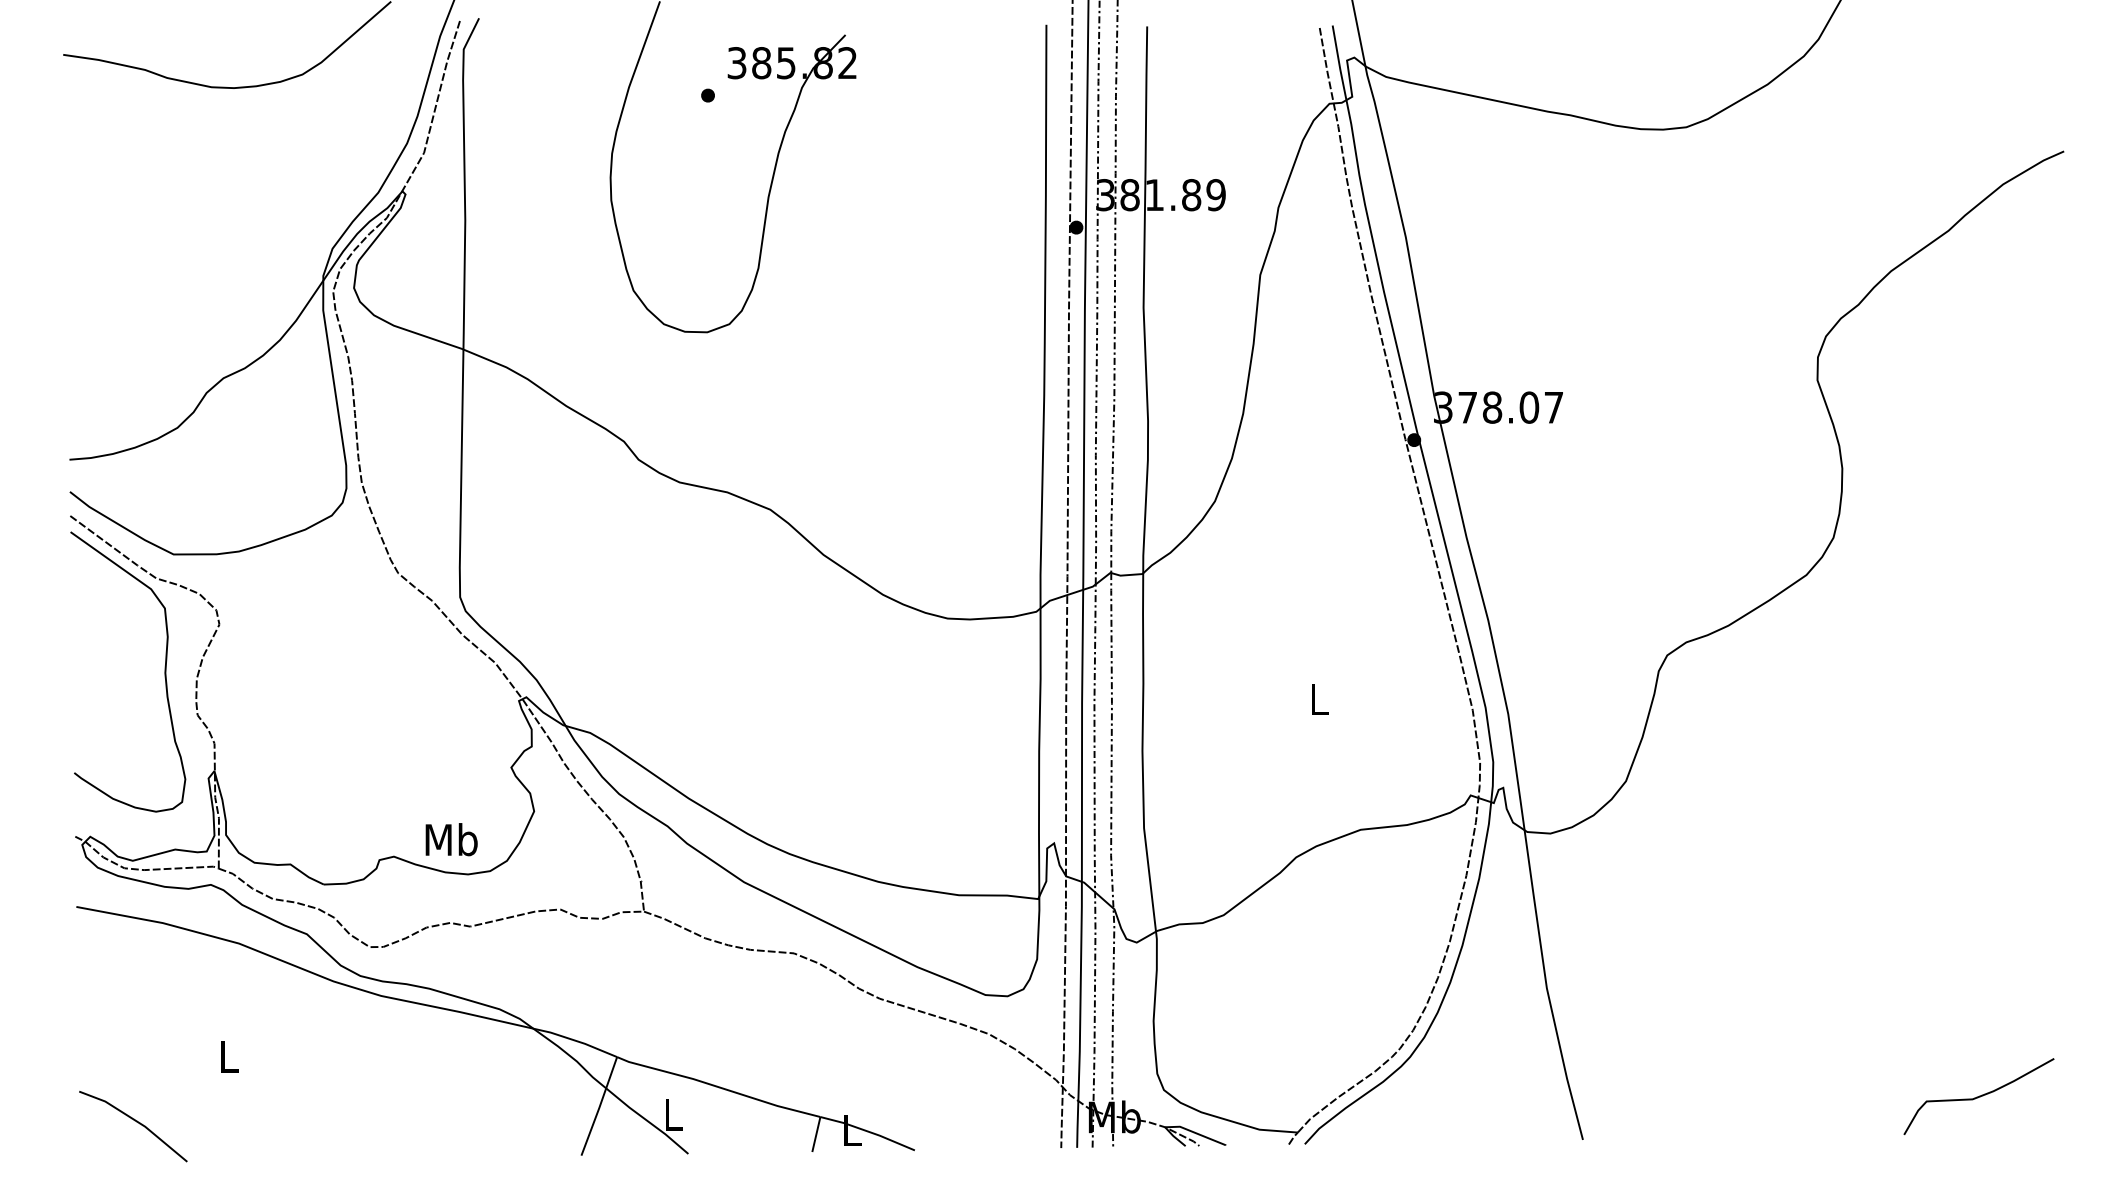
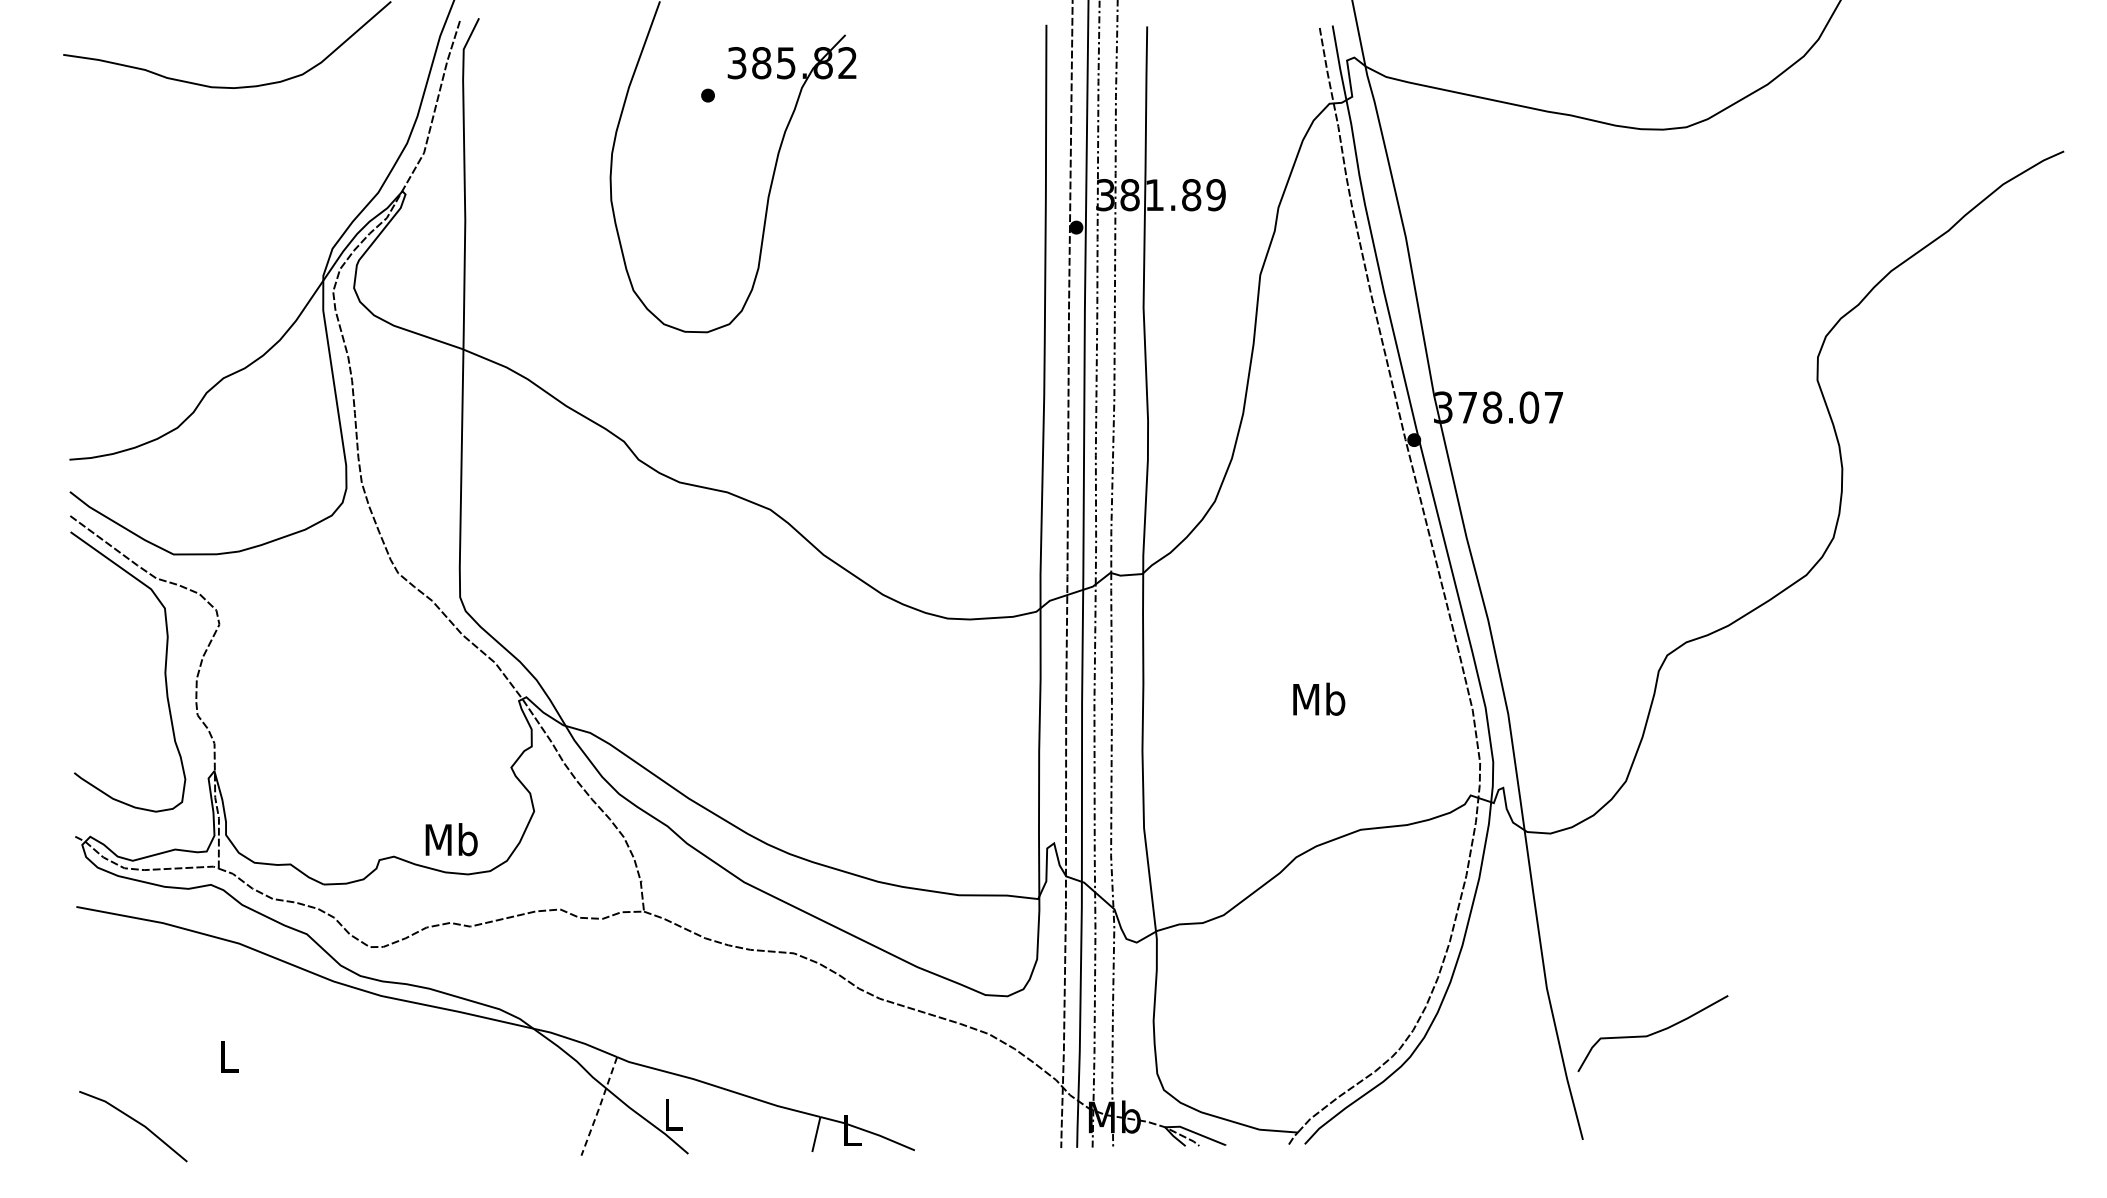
text at (1319, 698): L -> Mb
curve at (1978, 1096) position: (1978, 1096) -> (1652, 1033)
line at (599, 1107): solid -> dashed
